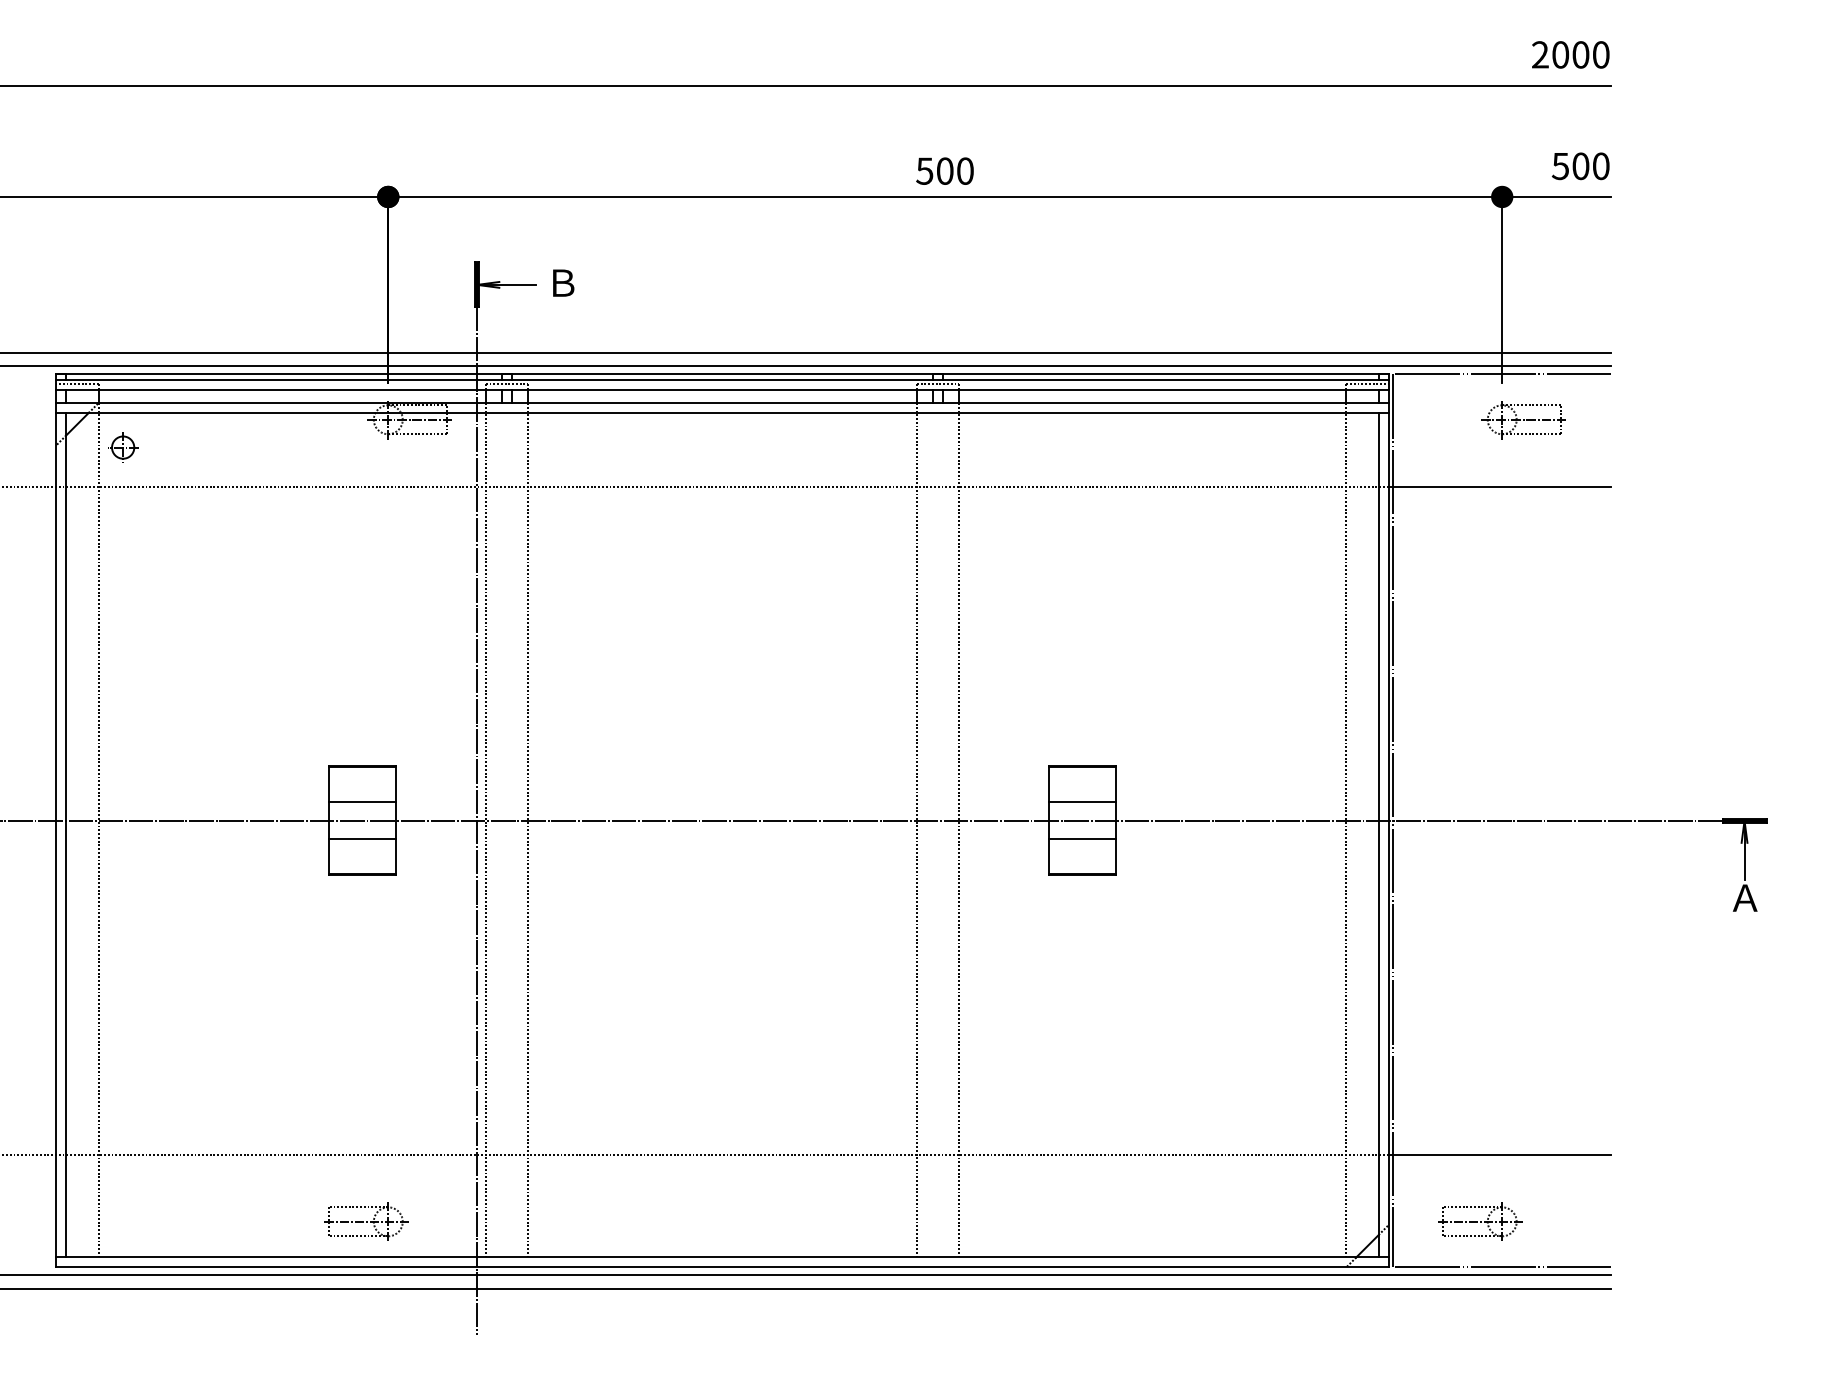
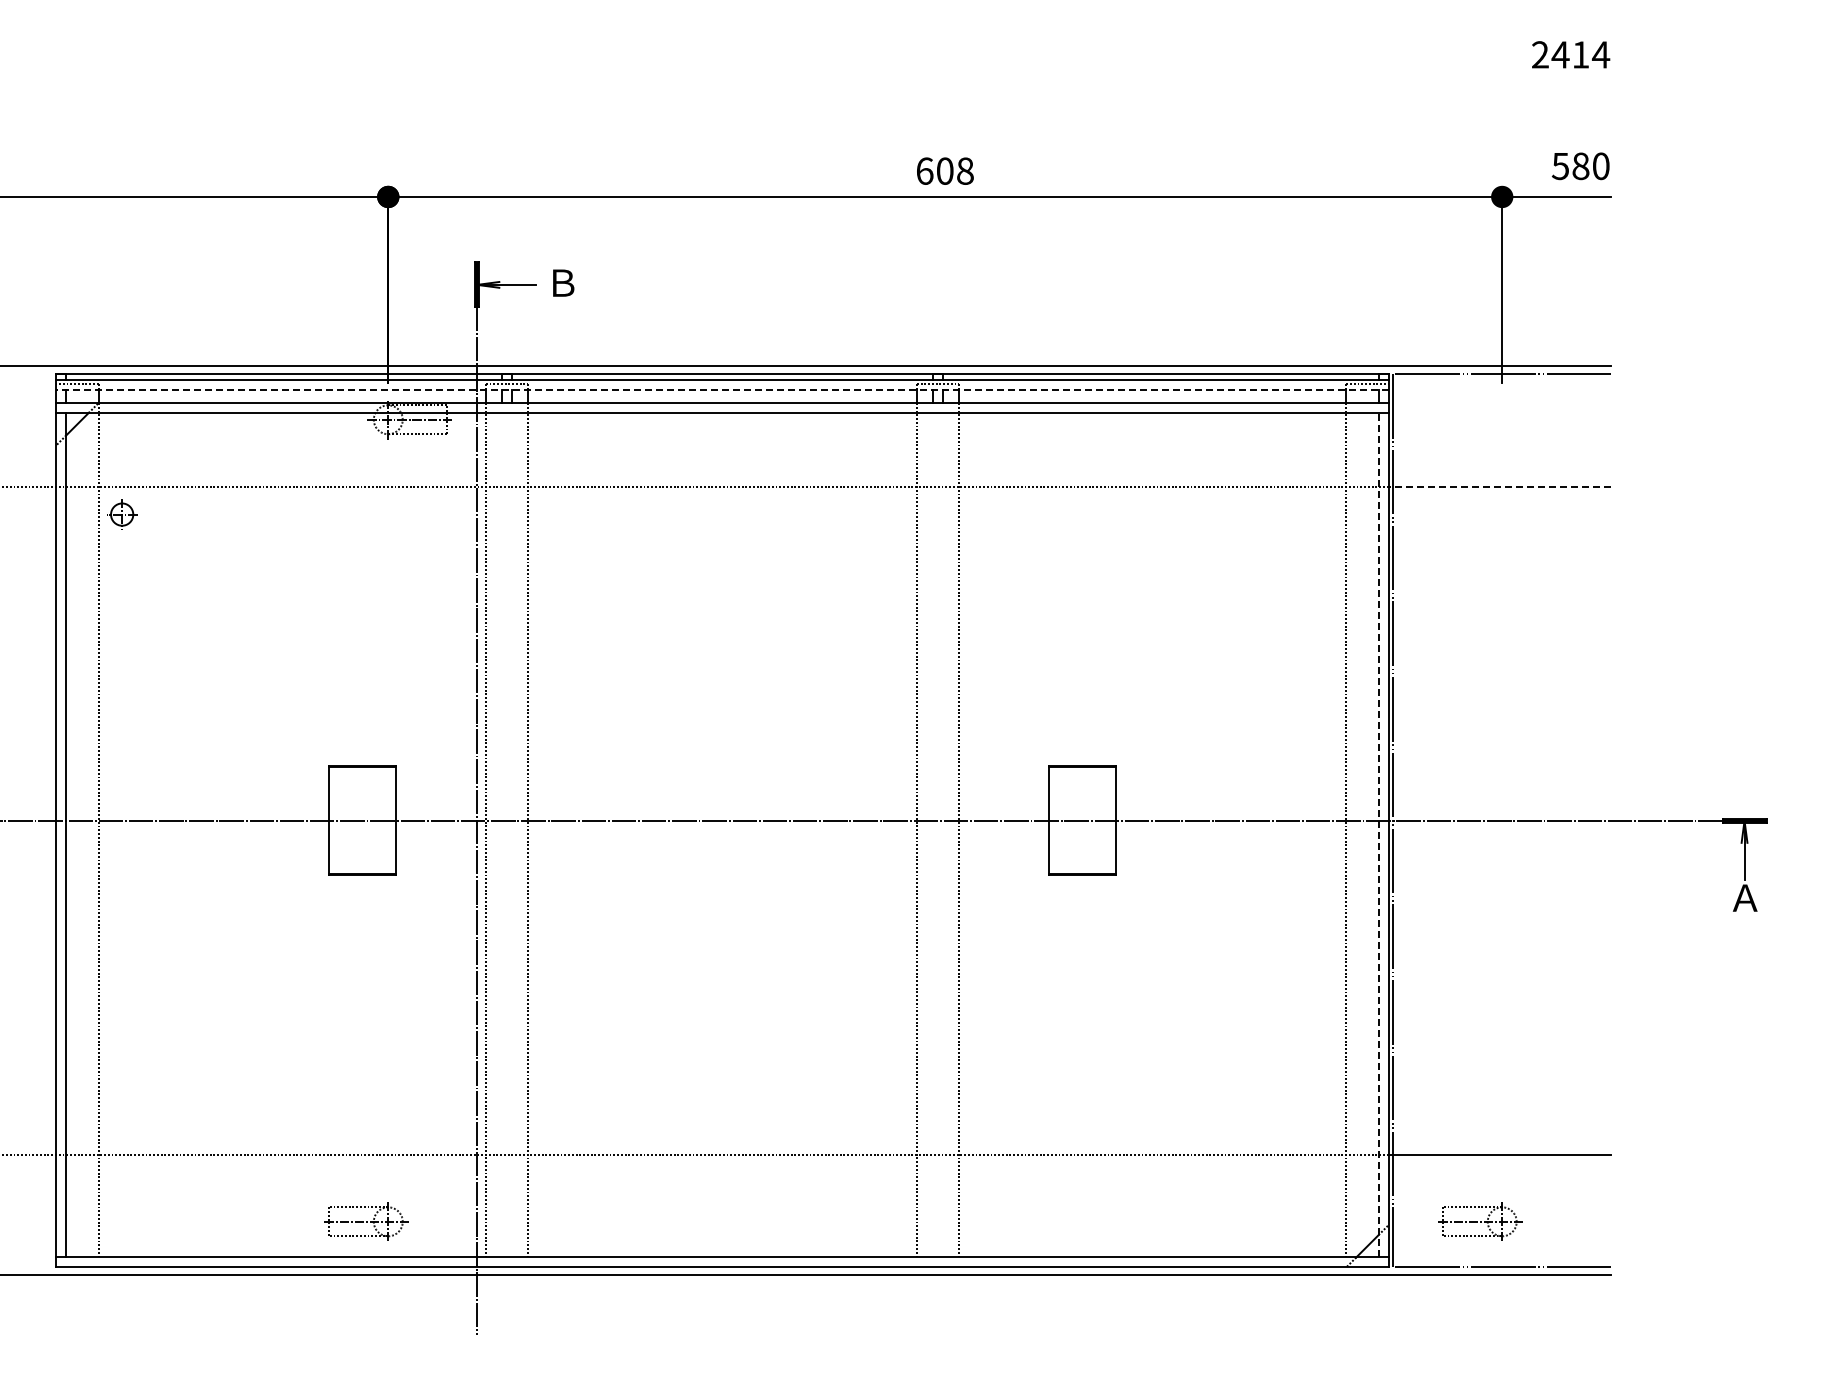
text at (1580, 54): 2000 -> 2414
line at (806, 85): present -> none
text at (1580, 166): 500 -> 580
text at (944, 170): 500 -> 608
line at (806, 352): present -> none
line at (721, 389): solid -> dashed
part at (1523, 420): present -> none
part at (123, 447) position: (123, 447) -> (122, 514)
line at (1499, 486): solid -> dashed
line at (362, 802): present -> none
line at (1081, 802): present -> none
line at (1378, 834): solid -> dashed
line at (362, 839): present -> none
line at (1081, 839): present -> none
line at (806, 1288): present -> none
